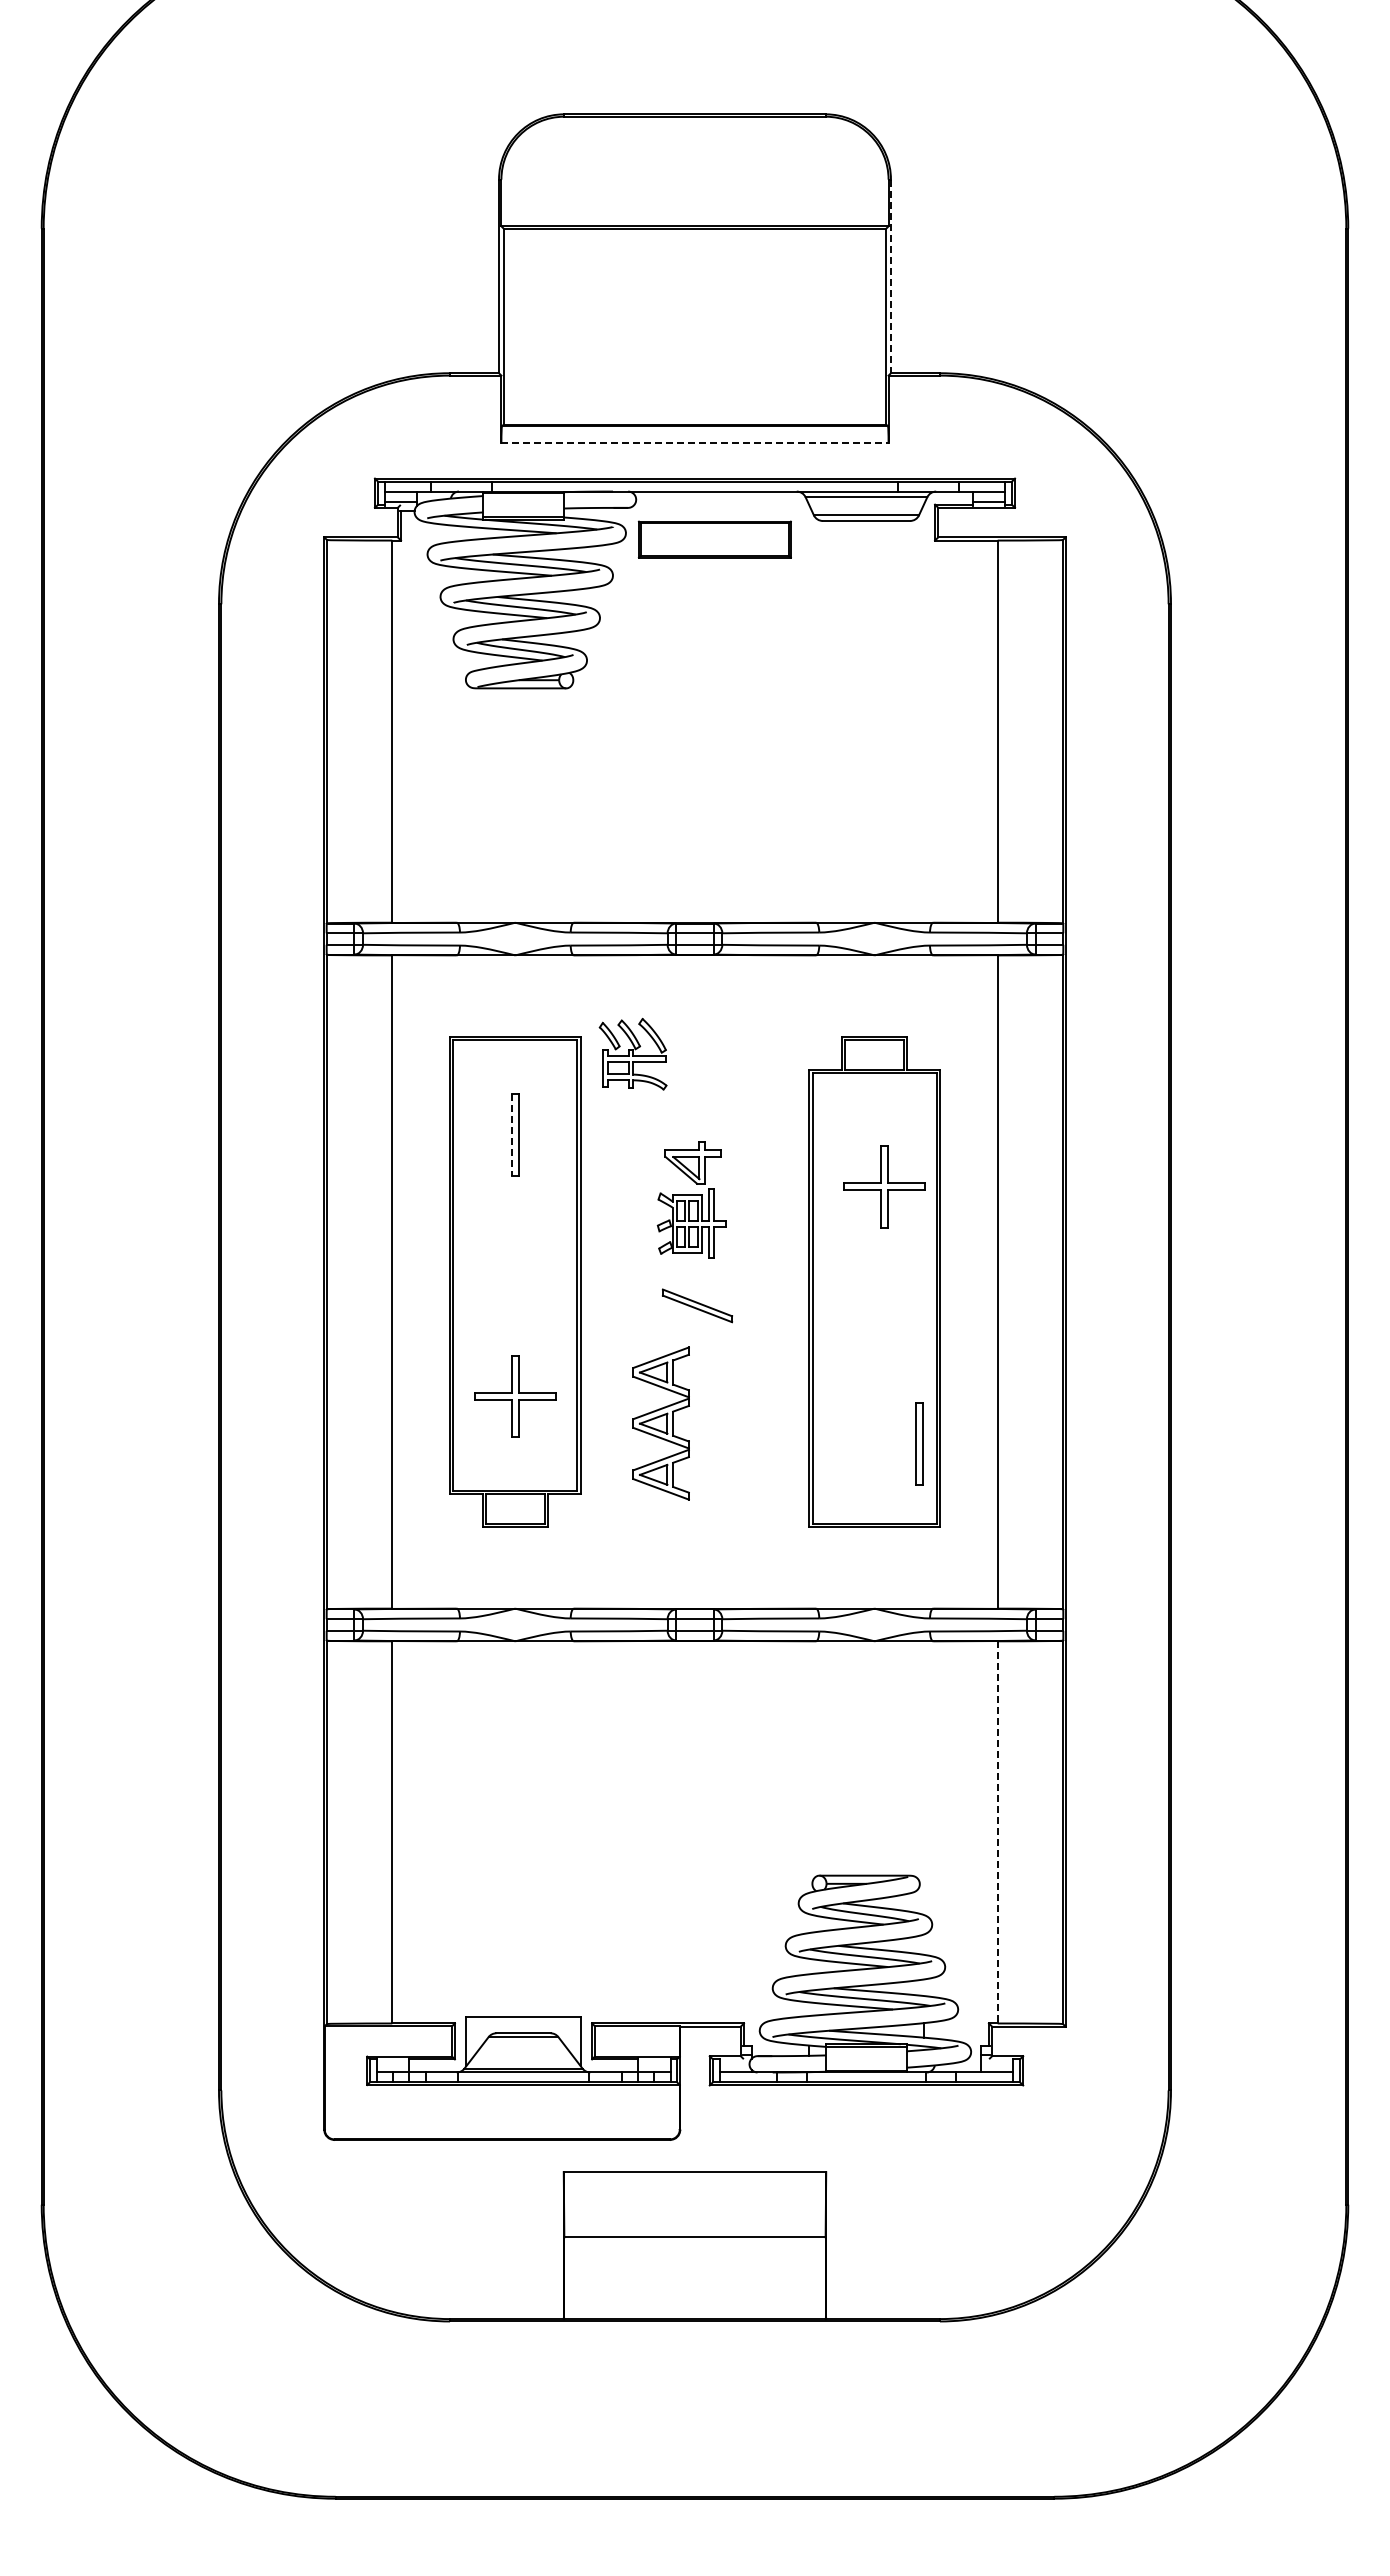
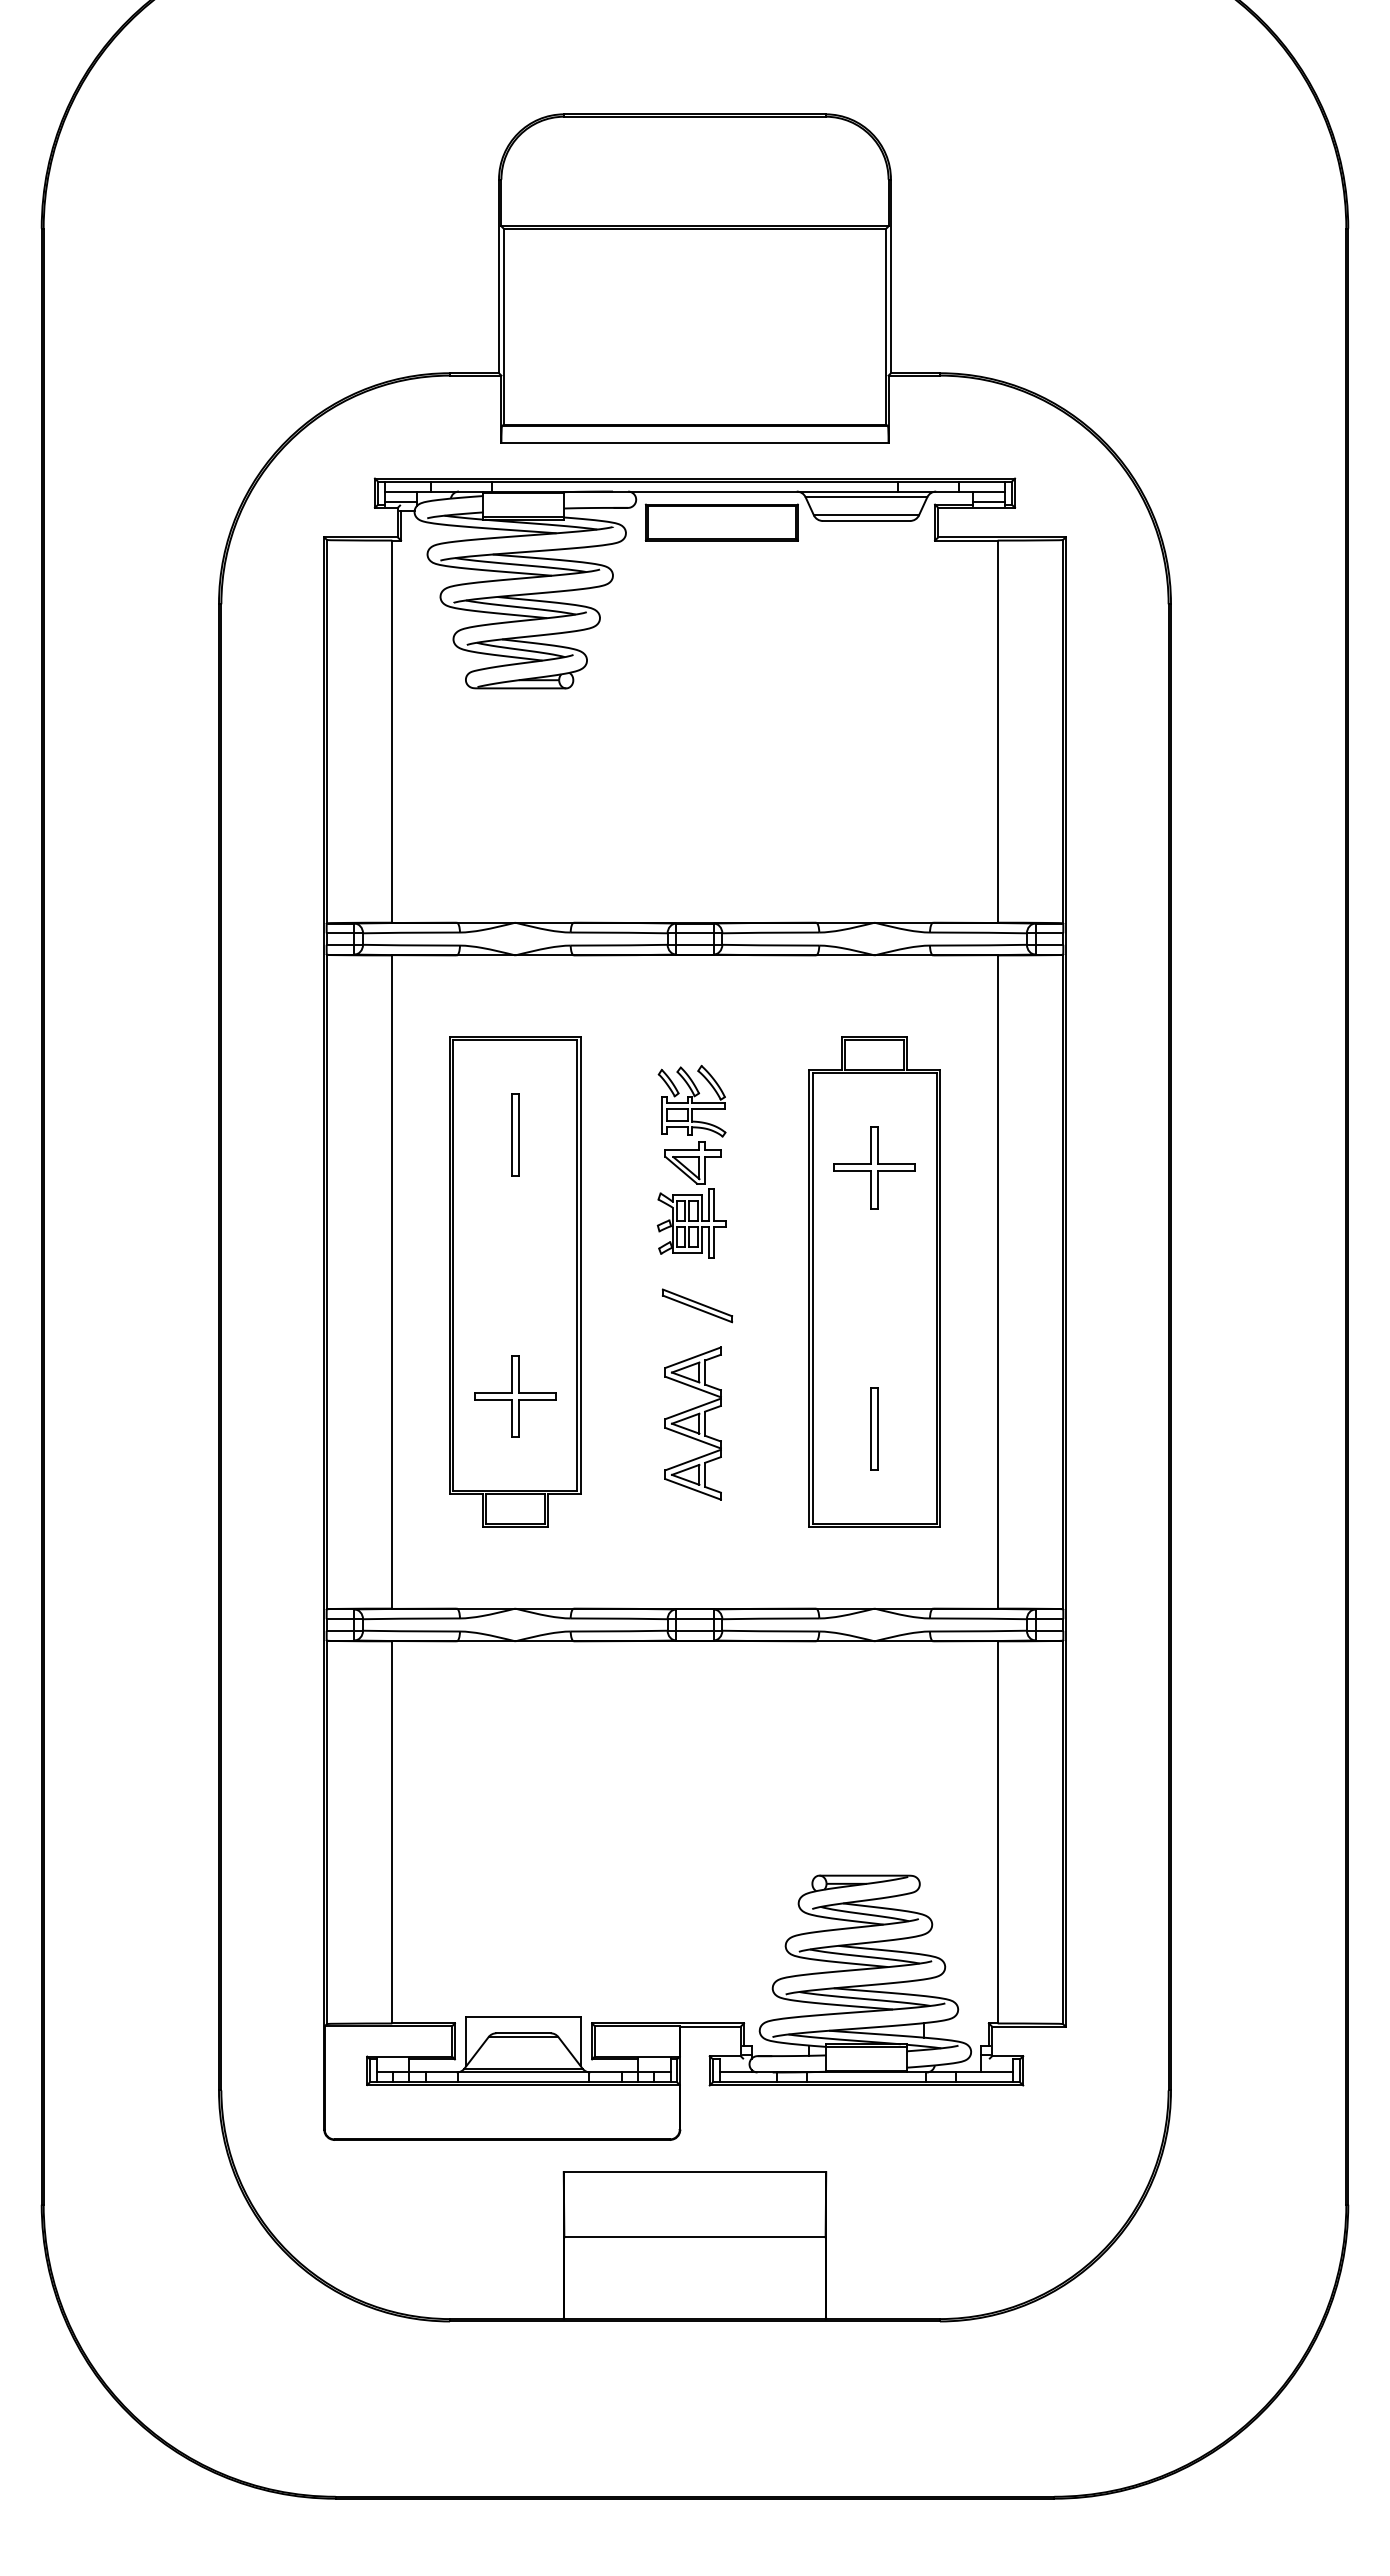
line at (890, 276): dashed -> solid
line at (694, 442): dashed -> solid
part at (714, 539) position: (714, 539) -> (721, 522)
part at (632, 1054) position: (632, 1054) -> (691, 1101)
line at (512, 1135): dashed -> solid
part at (884, 1186) position: (884, 1186) -> (874, 1167)
part at (660, 1423) position: (660, 1423) -> (692, 1423)
part at (919, 1443) position: (919, 1443) -> (874, 1428)
line at (997, 1832): dashed -> solid
